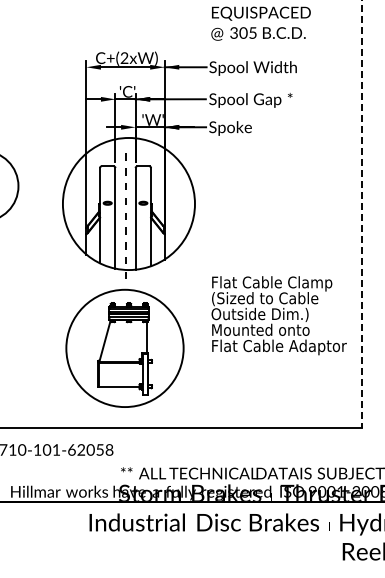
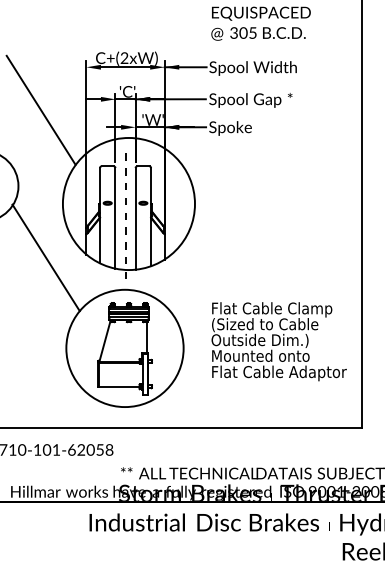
line at (40, 109): none -> present
line at (362, 214): dashed -> solid
line at (45, 257): none -> present
text at (278, 315) position: (278, 315) -> (278, 341)
